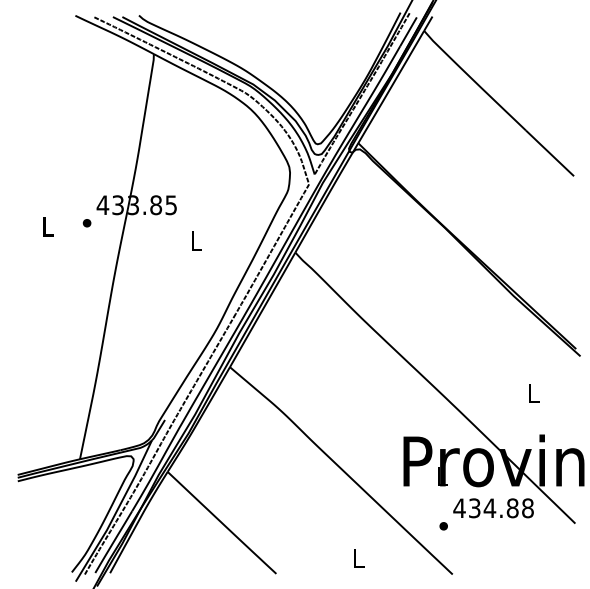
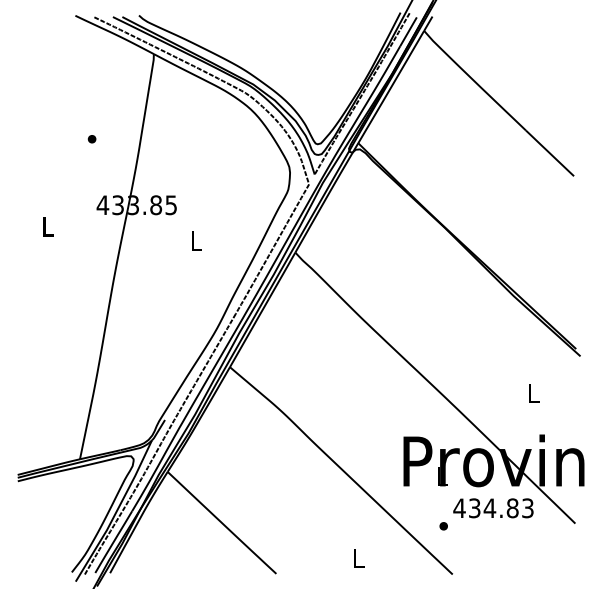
part at (86, 223) position: (86, 223) -> (91, 139)
text at (527, 508): 434.88 -> 434.83
